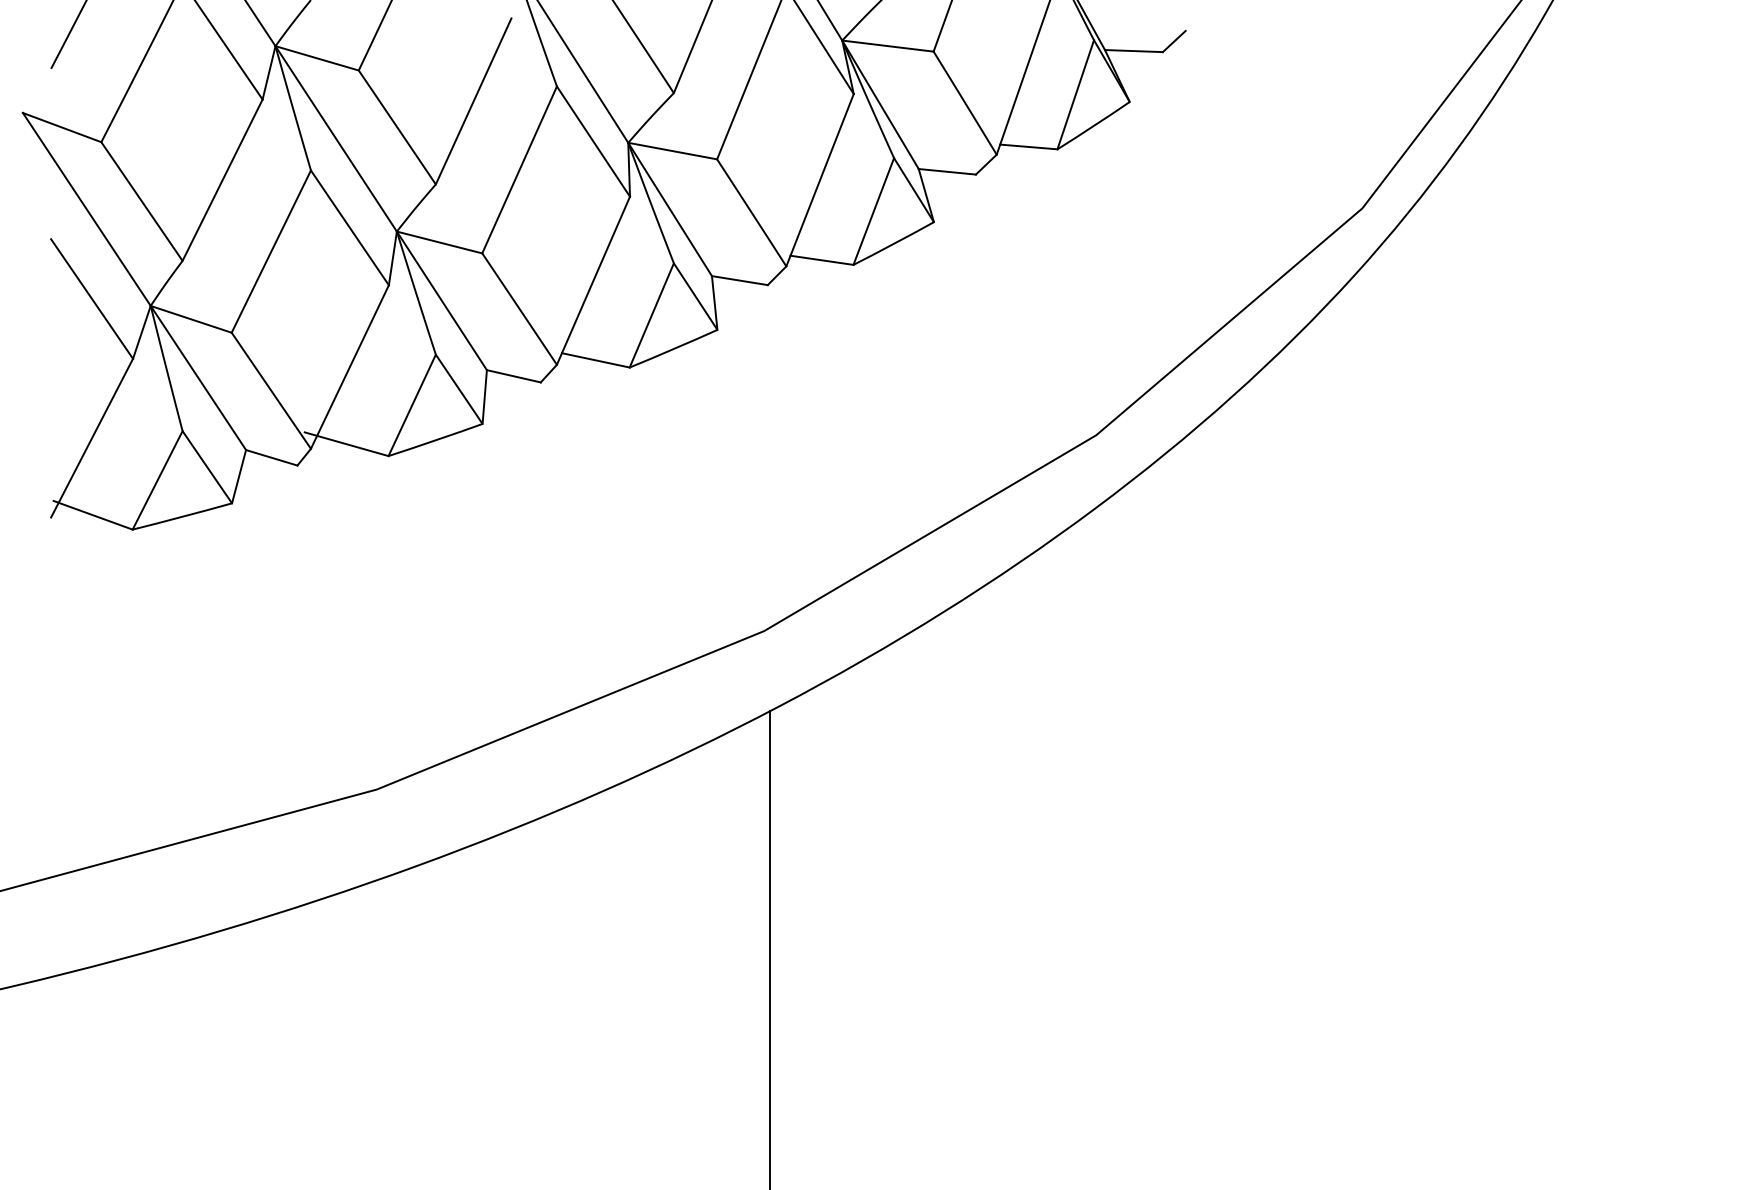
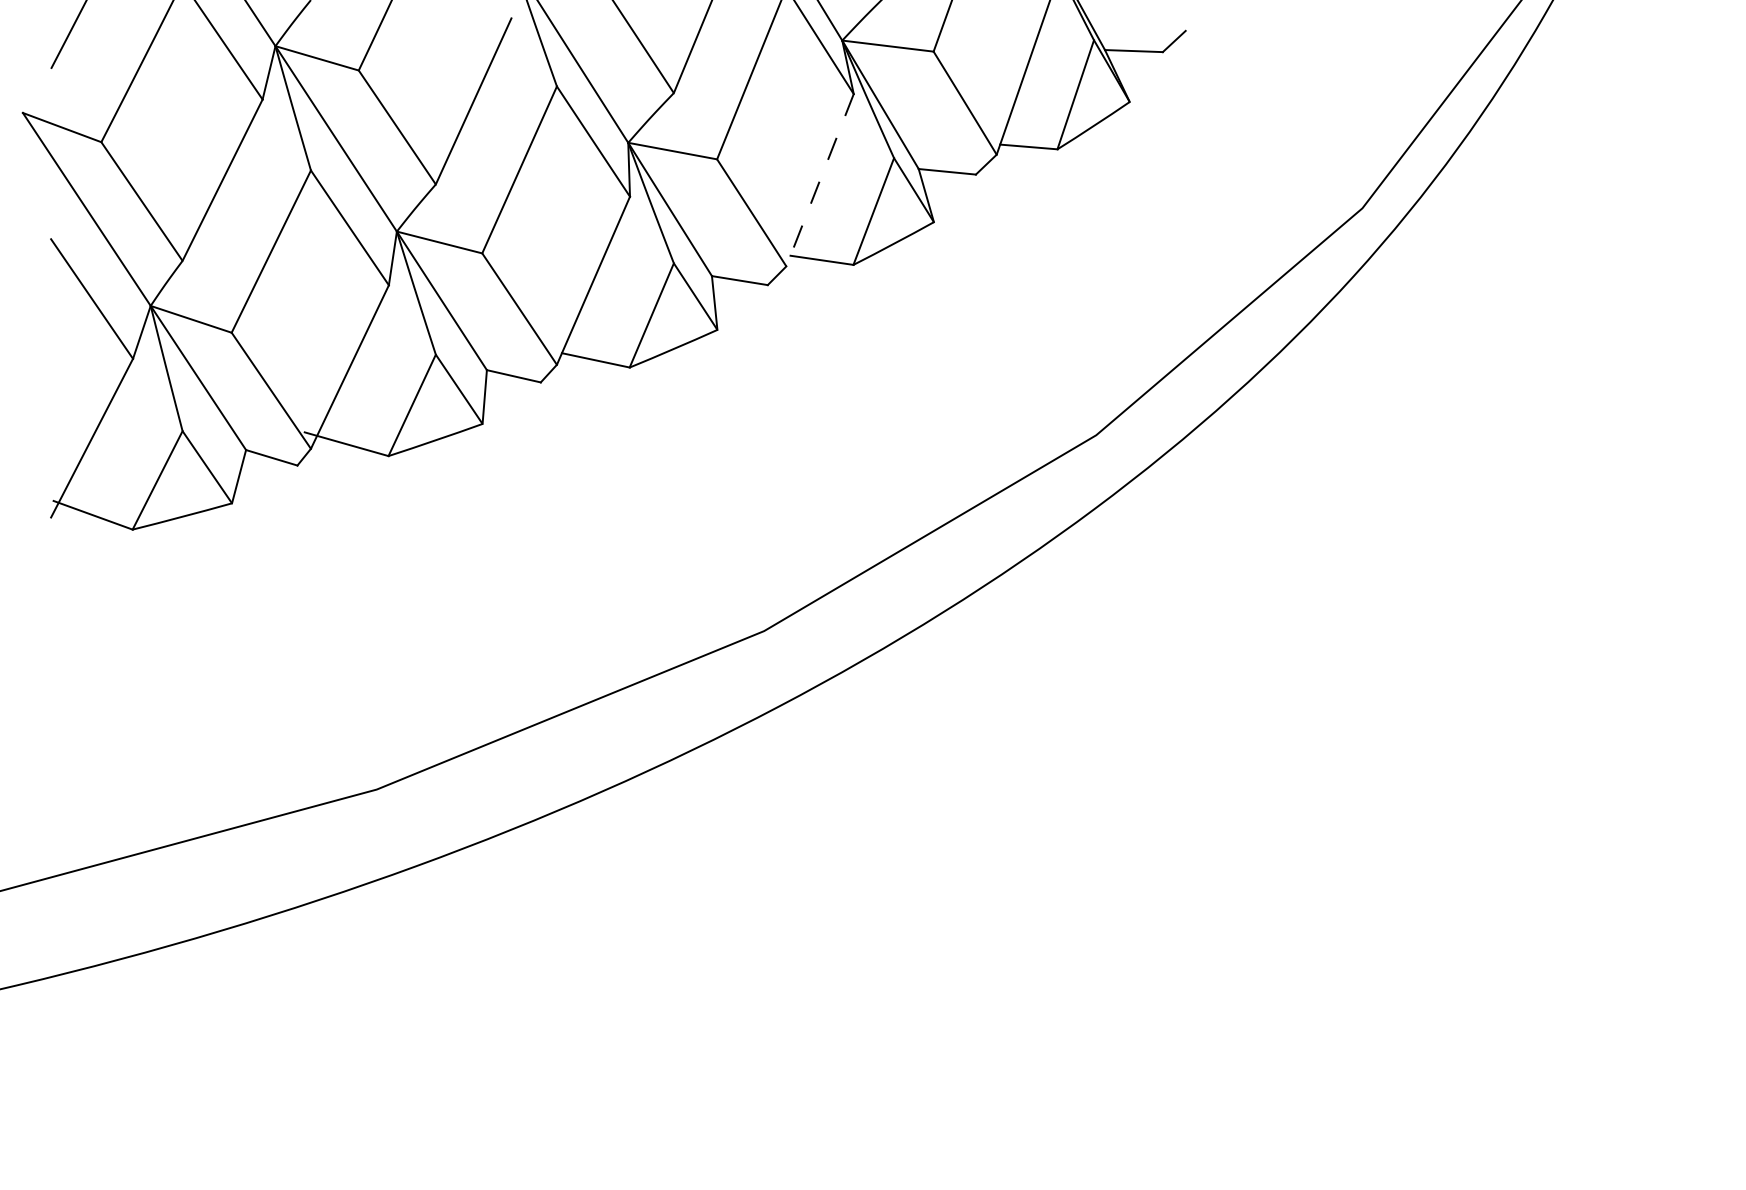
line at (820, 180): solid -> dashed
line at (769, 948): present -> none
